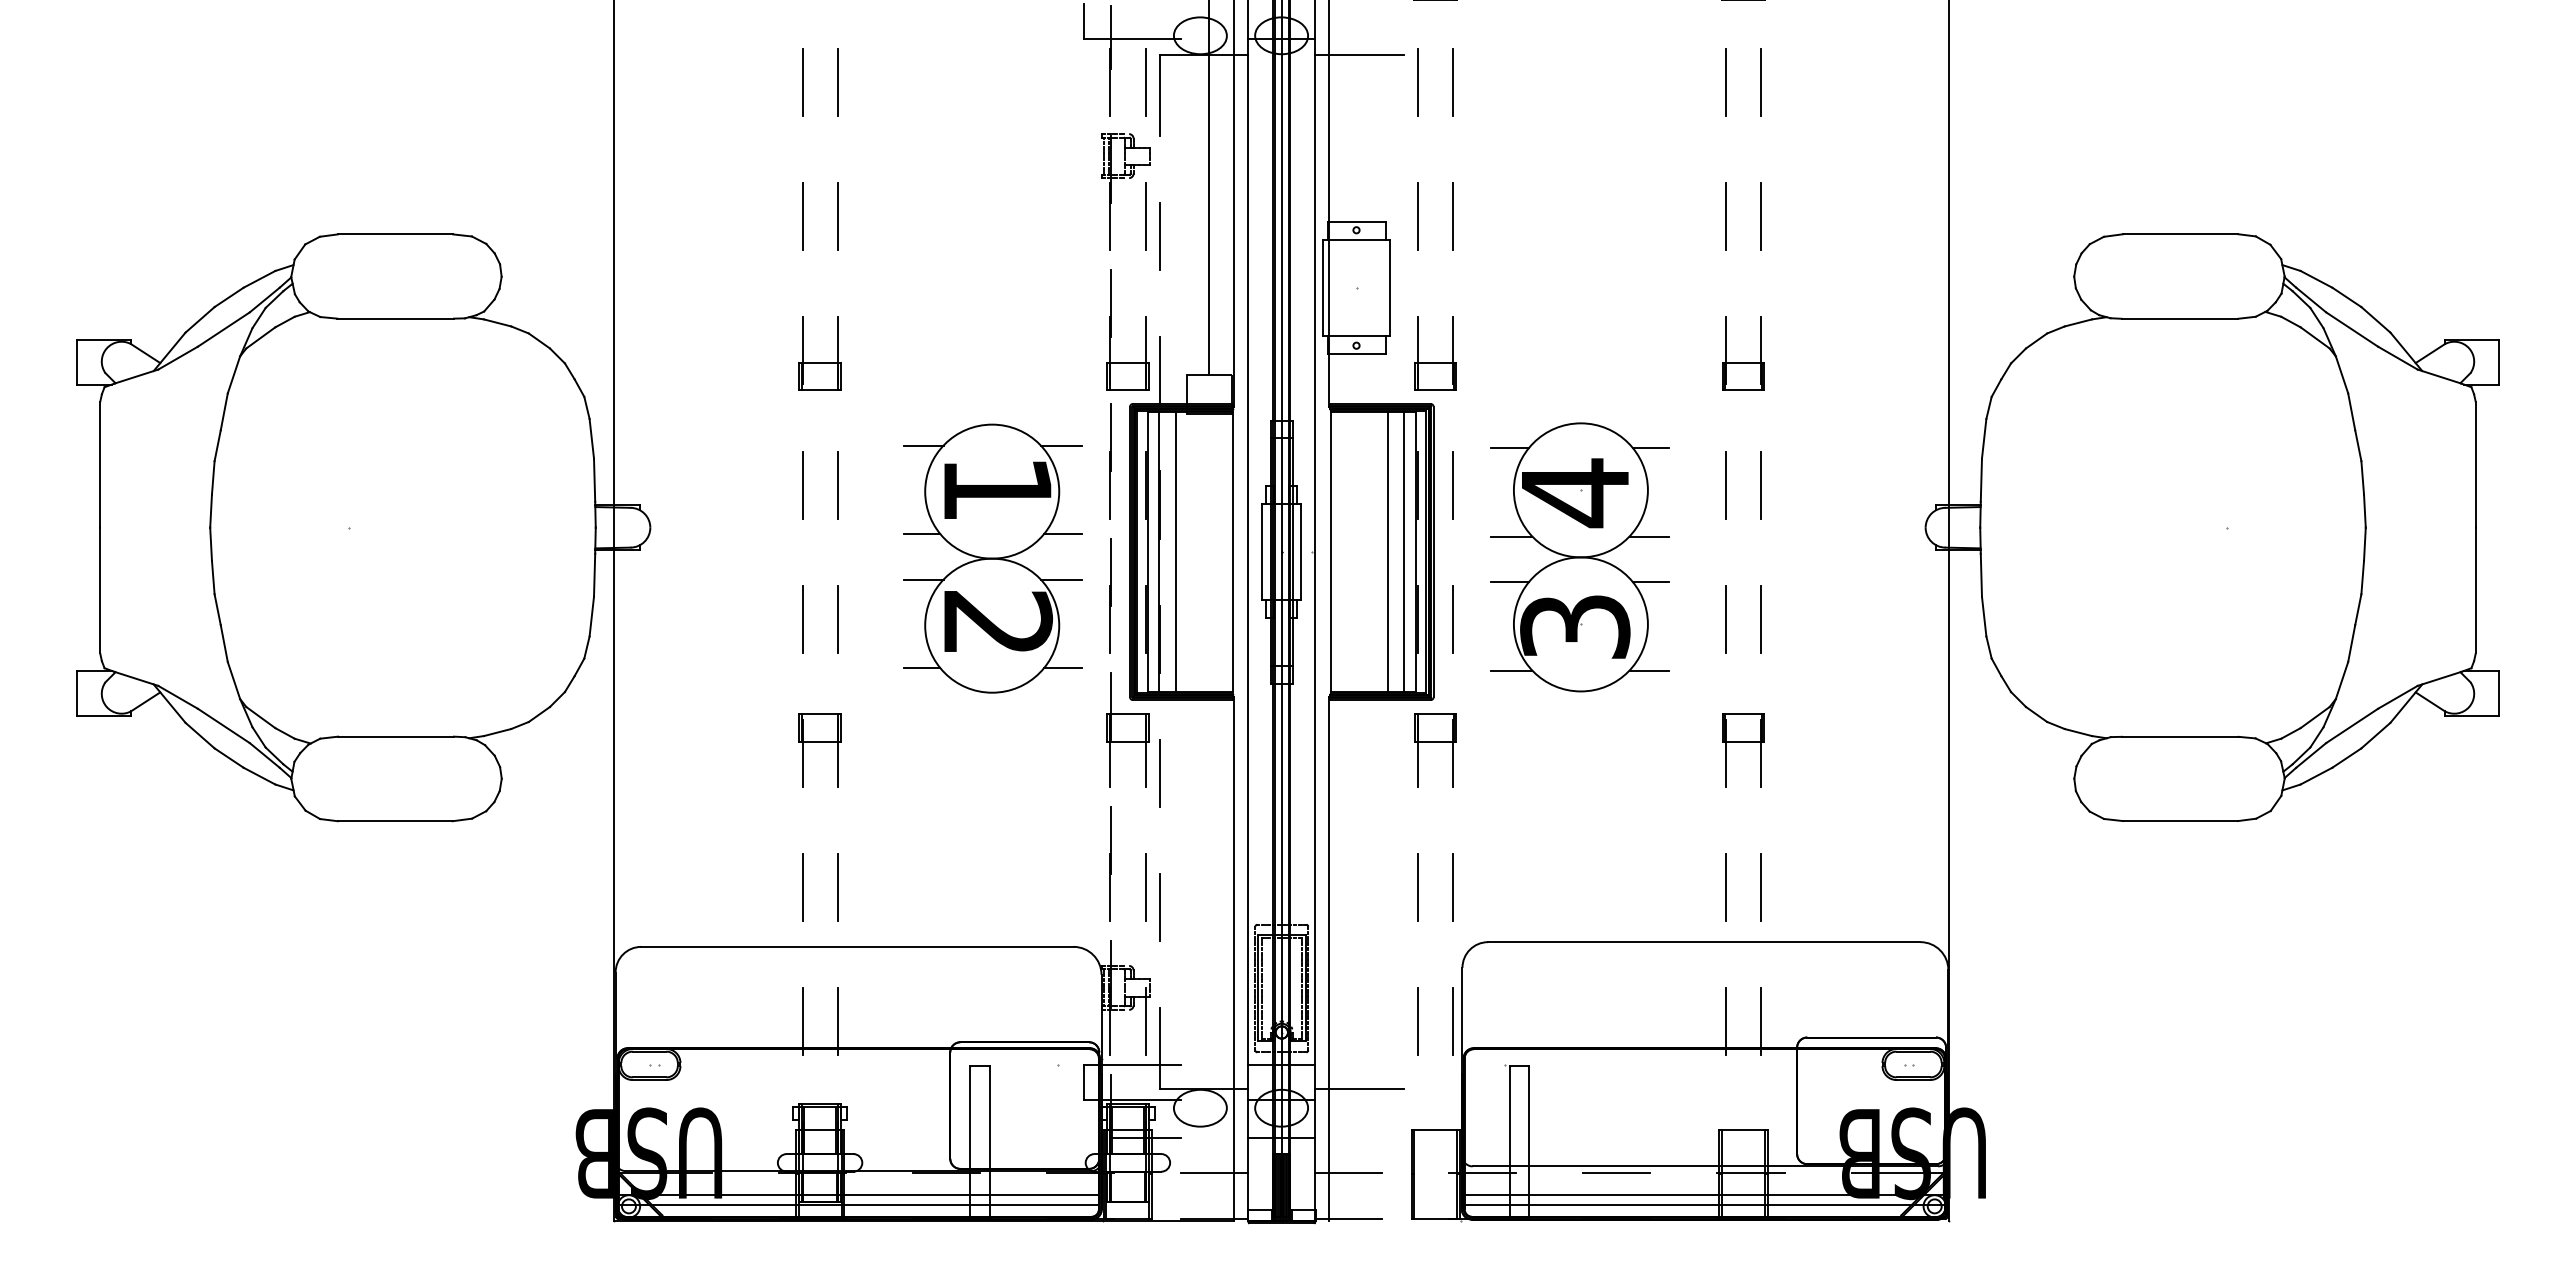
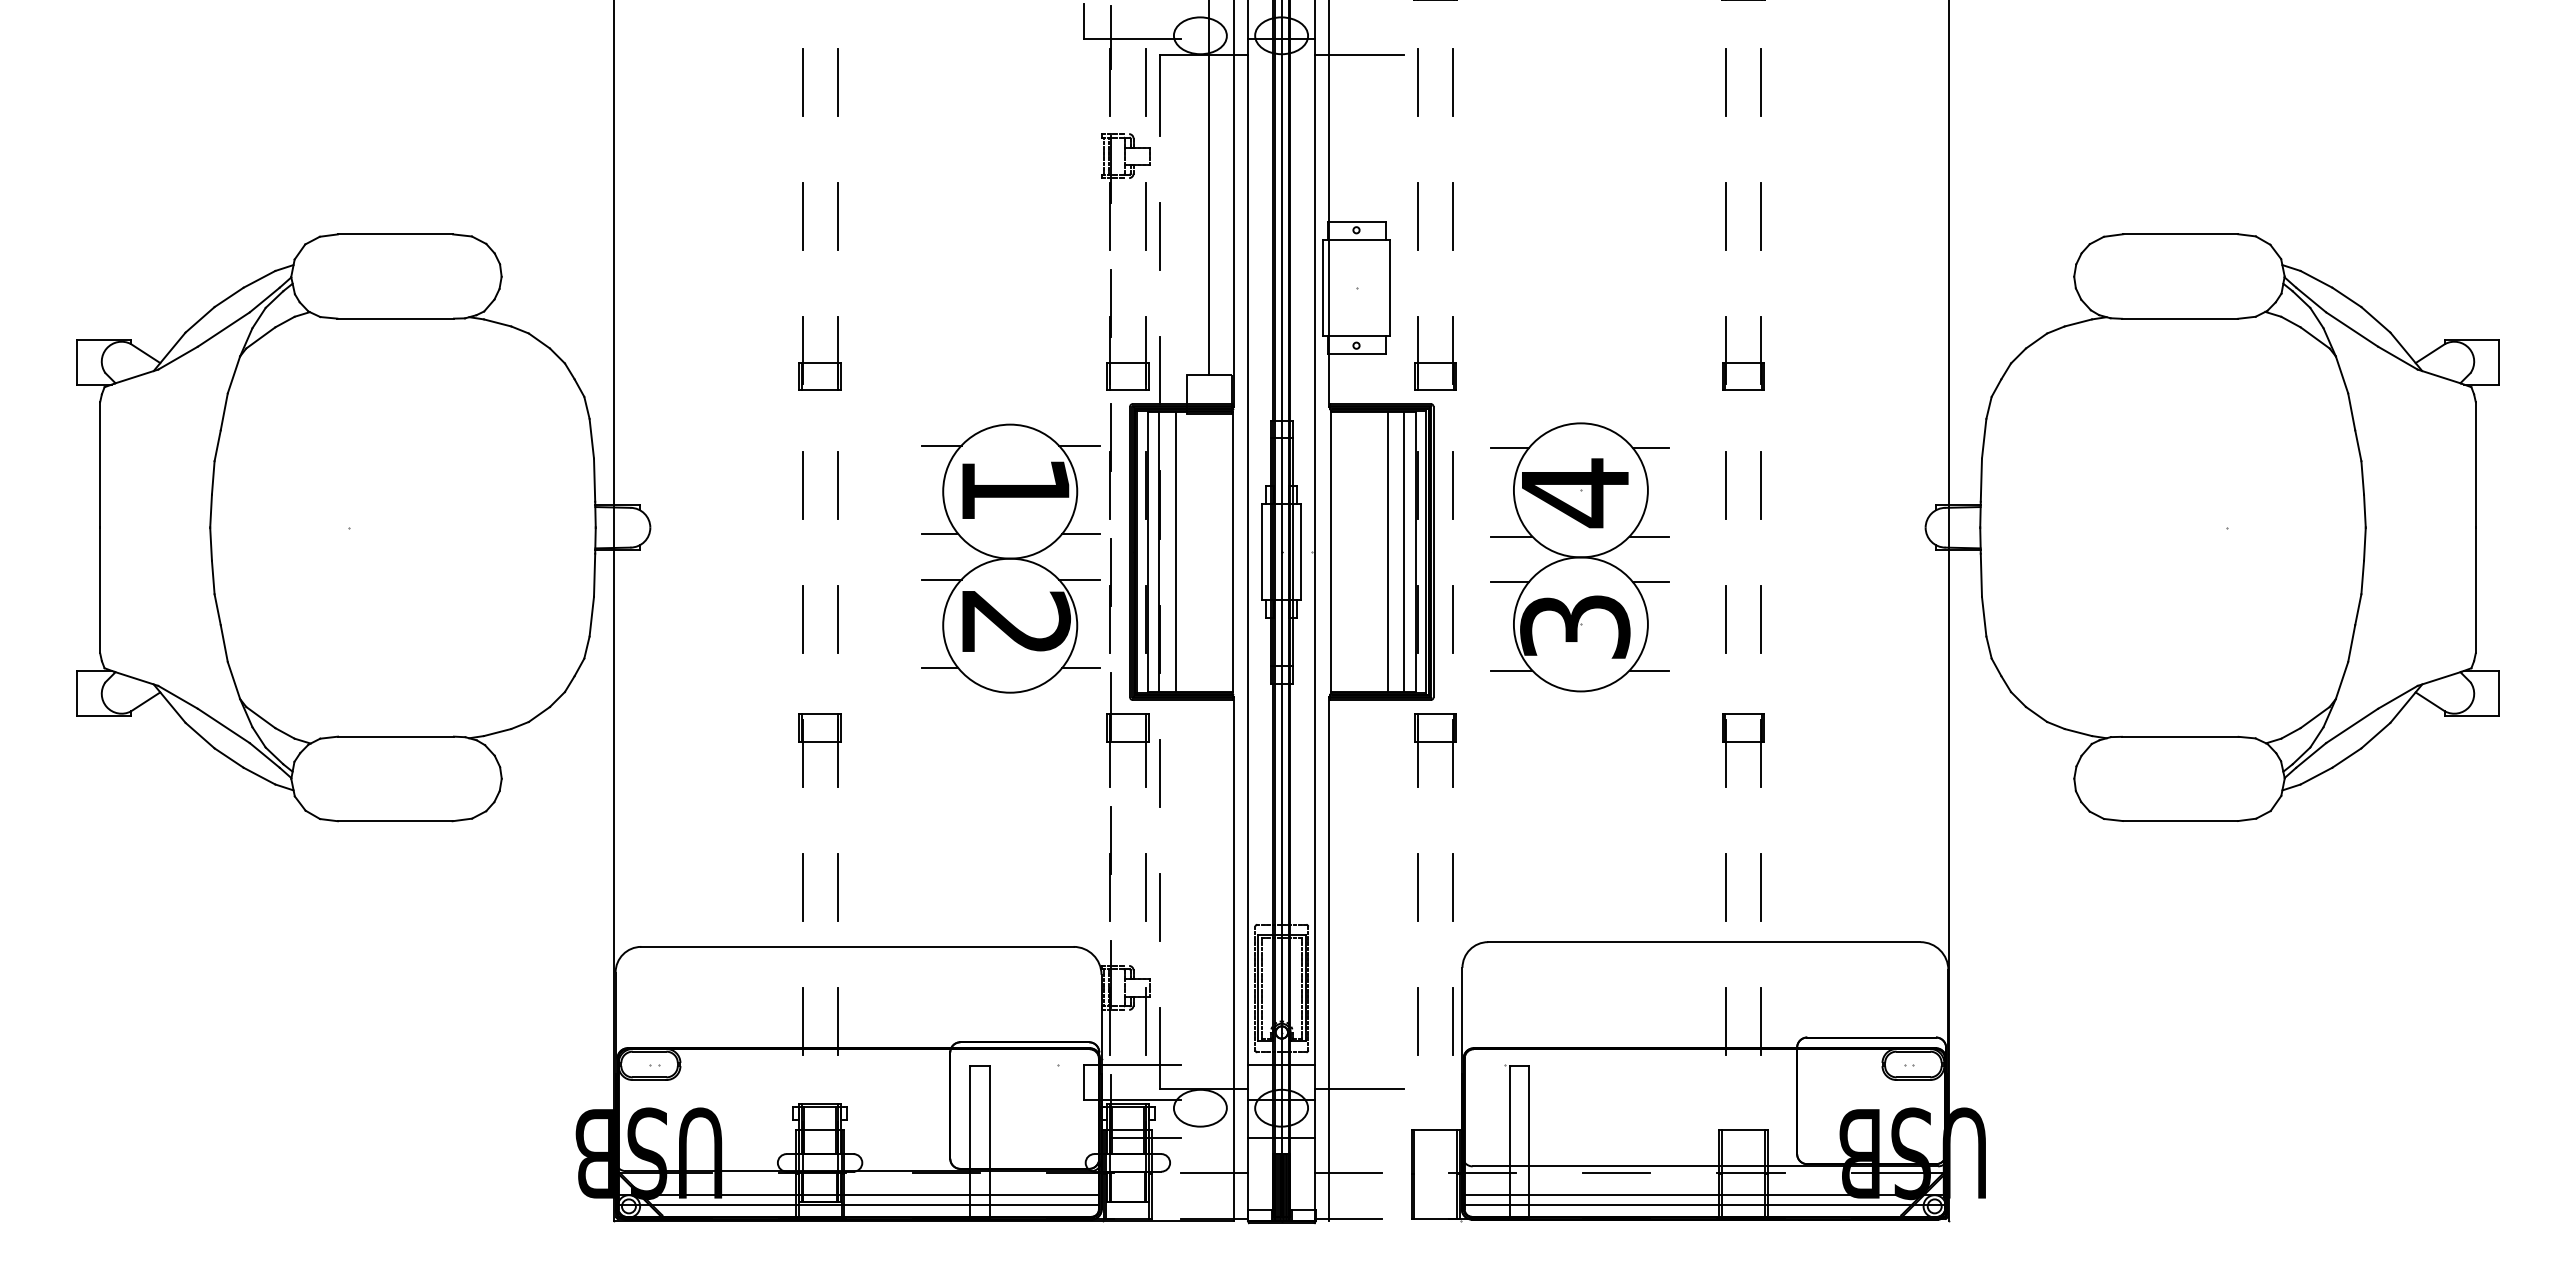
part at (992, 558) position: (992, 558) -> (1010, 558)
